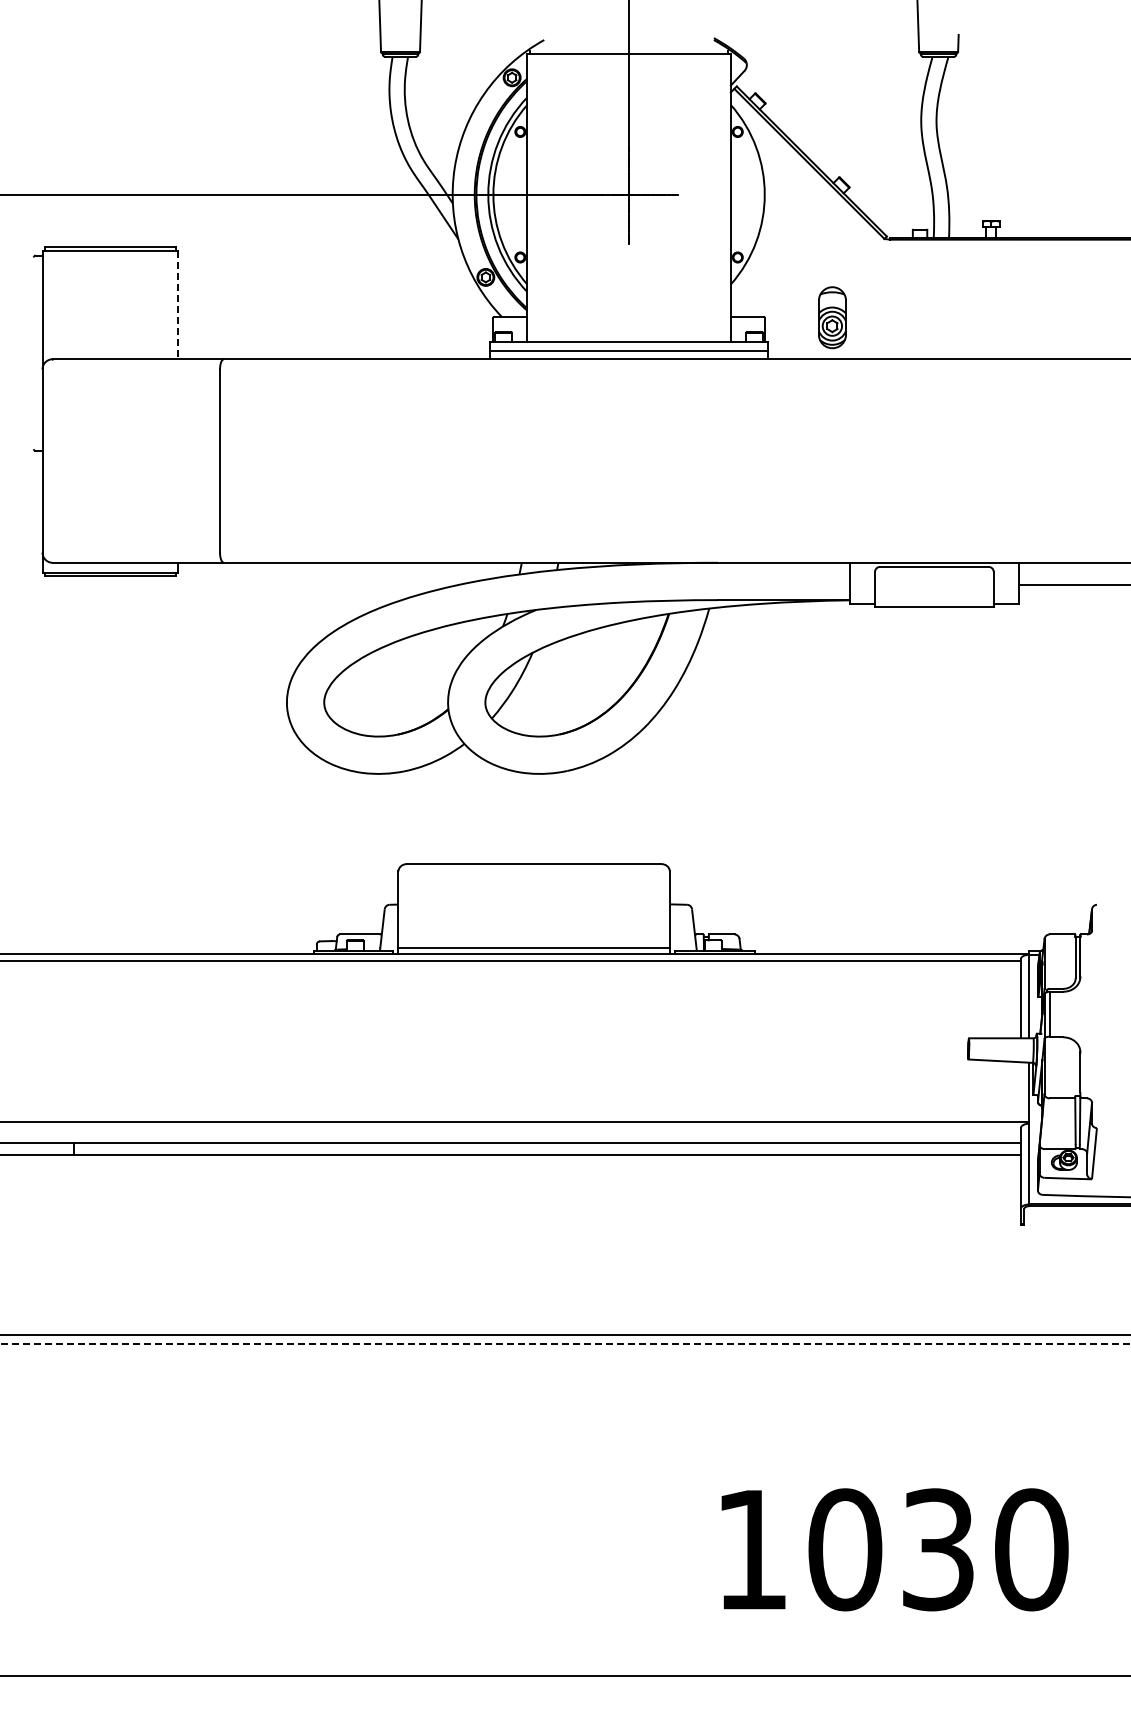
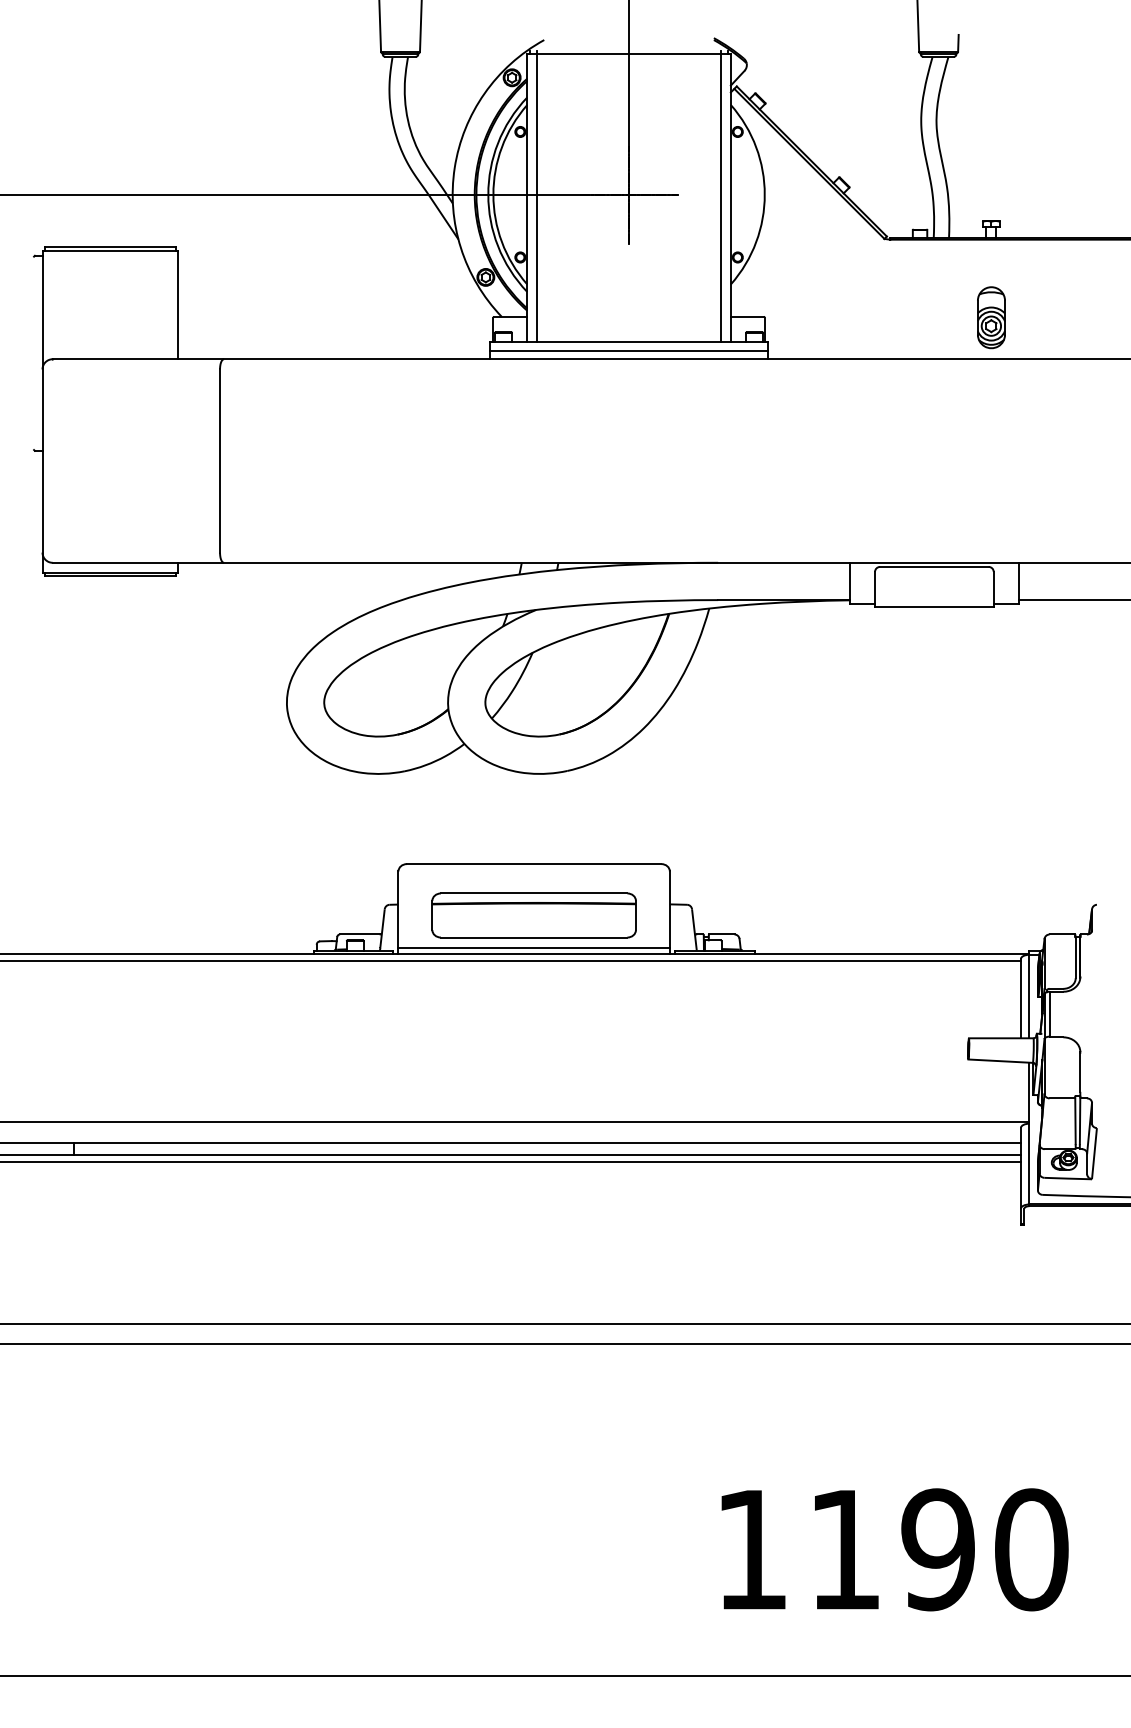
line at (537, 196): none -> present
line at (720, 196): none -> present
line at (178, 305): dashed -> solid
part at (832, 317) position: (832, 317) -> (991, 317)
line at (1073, 585) position: (1073, 585) -> (1073, 600)
part at (533, 915): none -> present
line at (511, 1161): none -> present
line at (564, 1334) position: (564, 1334) -> (564, 1323)
line at (565, 1343): dashed -> solid
text at (891, 1549): 1030 -> 1190
